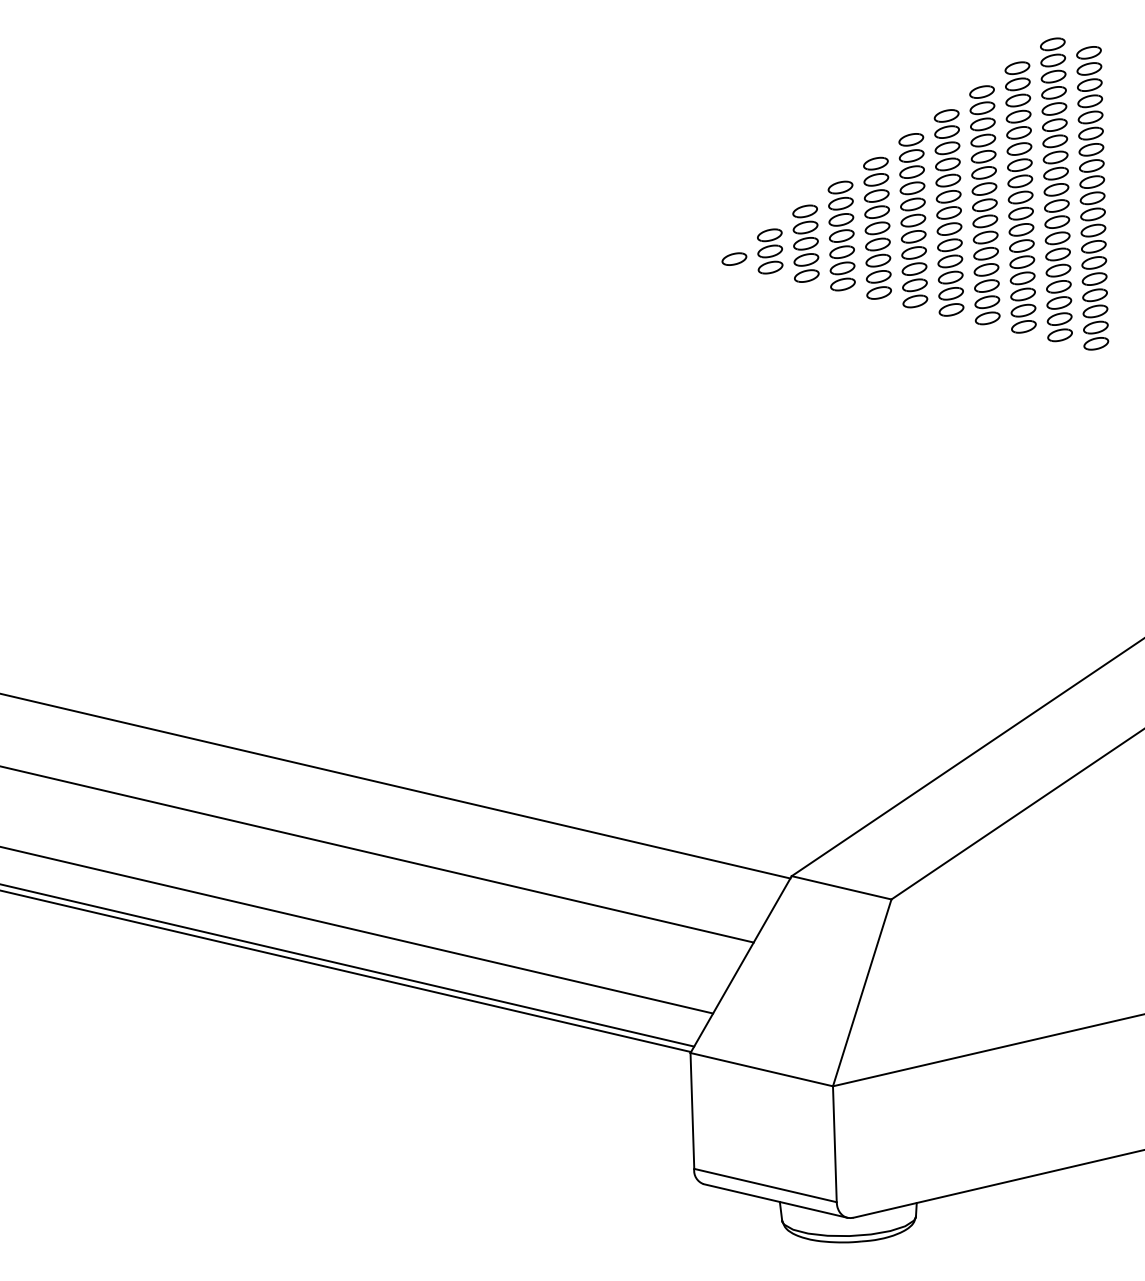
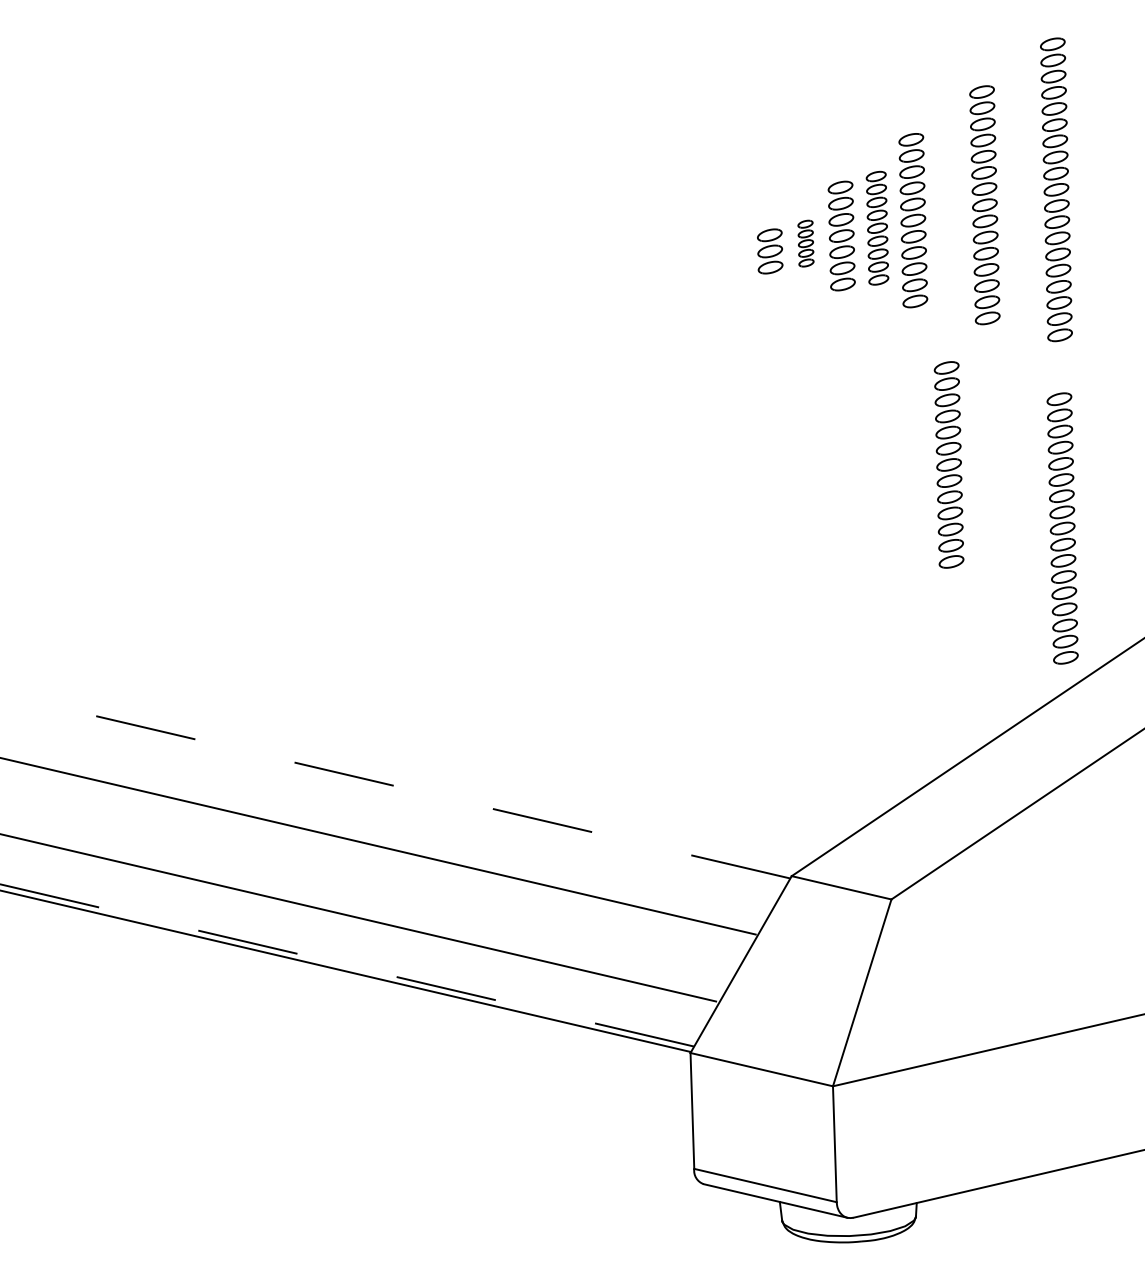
part at (1020, 197) position: (1020, 197) -> (1062, 528)
part at (1092, 198): present -> none
part at (948, 212) position: (948, 212) -> (948, 464)
part at (877, 227) size: 29x144 px -> 25x116 px
part at (805, 243) size: 28x79 px -> 18x49 px
part at (734, 258): present -> none
line at (395, 786): solid -> dashed
line at (377, 854) position: (377, 854) -> (378, 846)
line at (357, 930) position: (357, 930) -> (359, 917)
line at (346, 965): solid -> dashed
